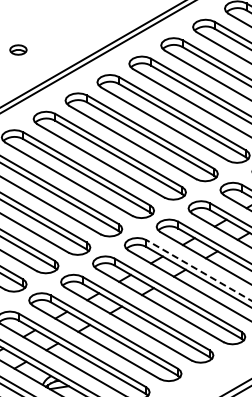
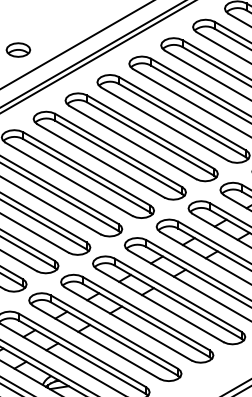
line at (76, 44): none -> present
part at (18, 49) size: 19x12 px -> 27x16 px
line at (199, 270): dashed -> solid
